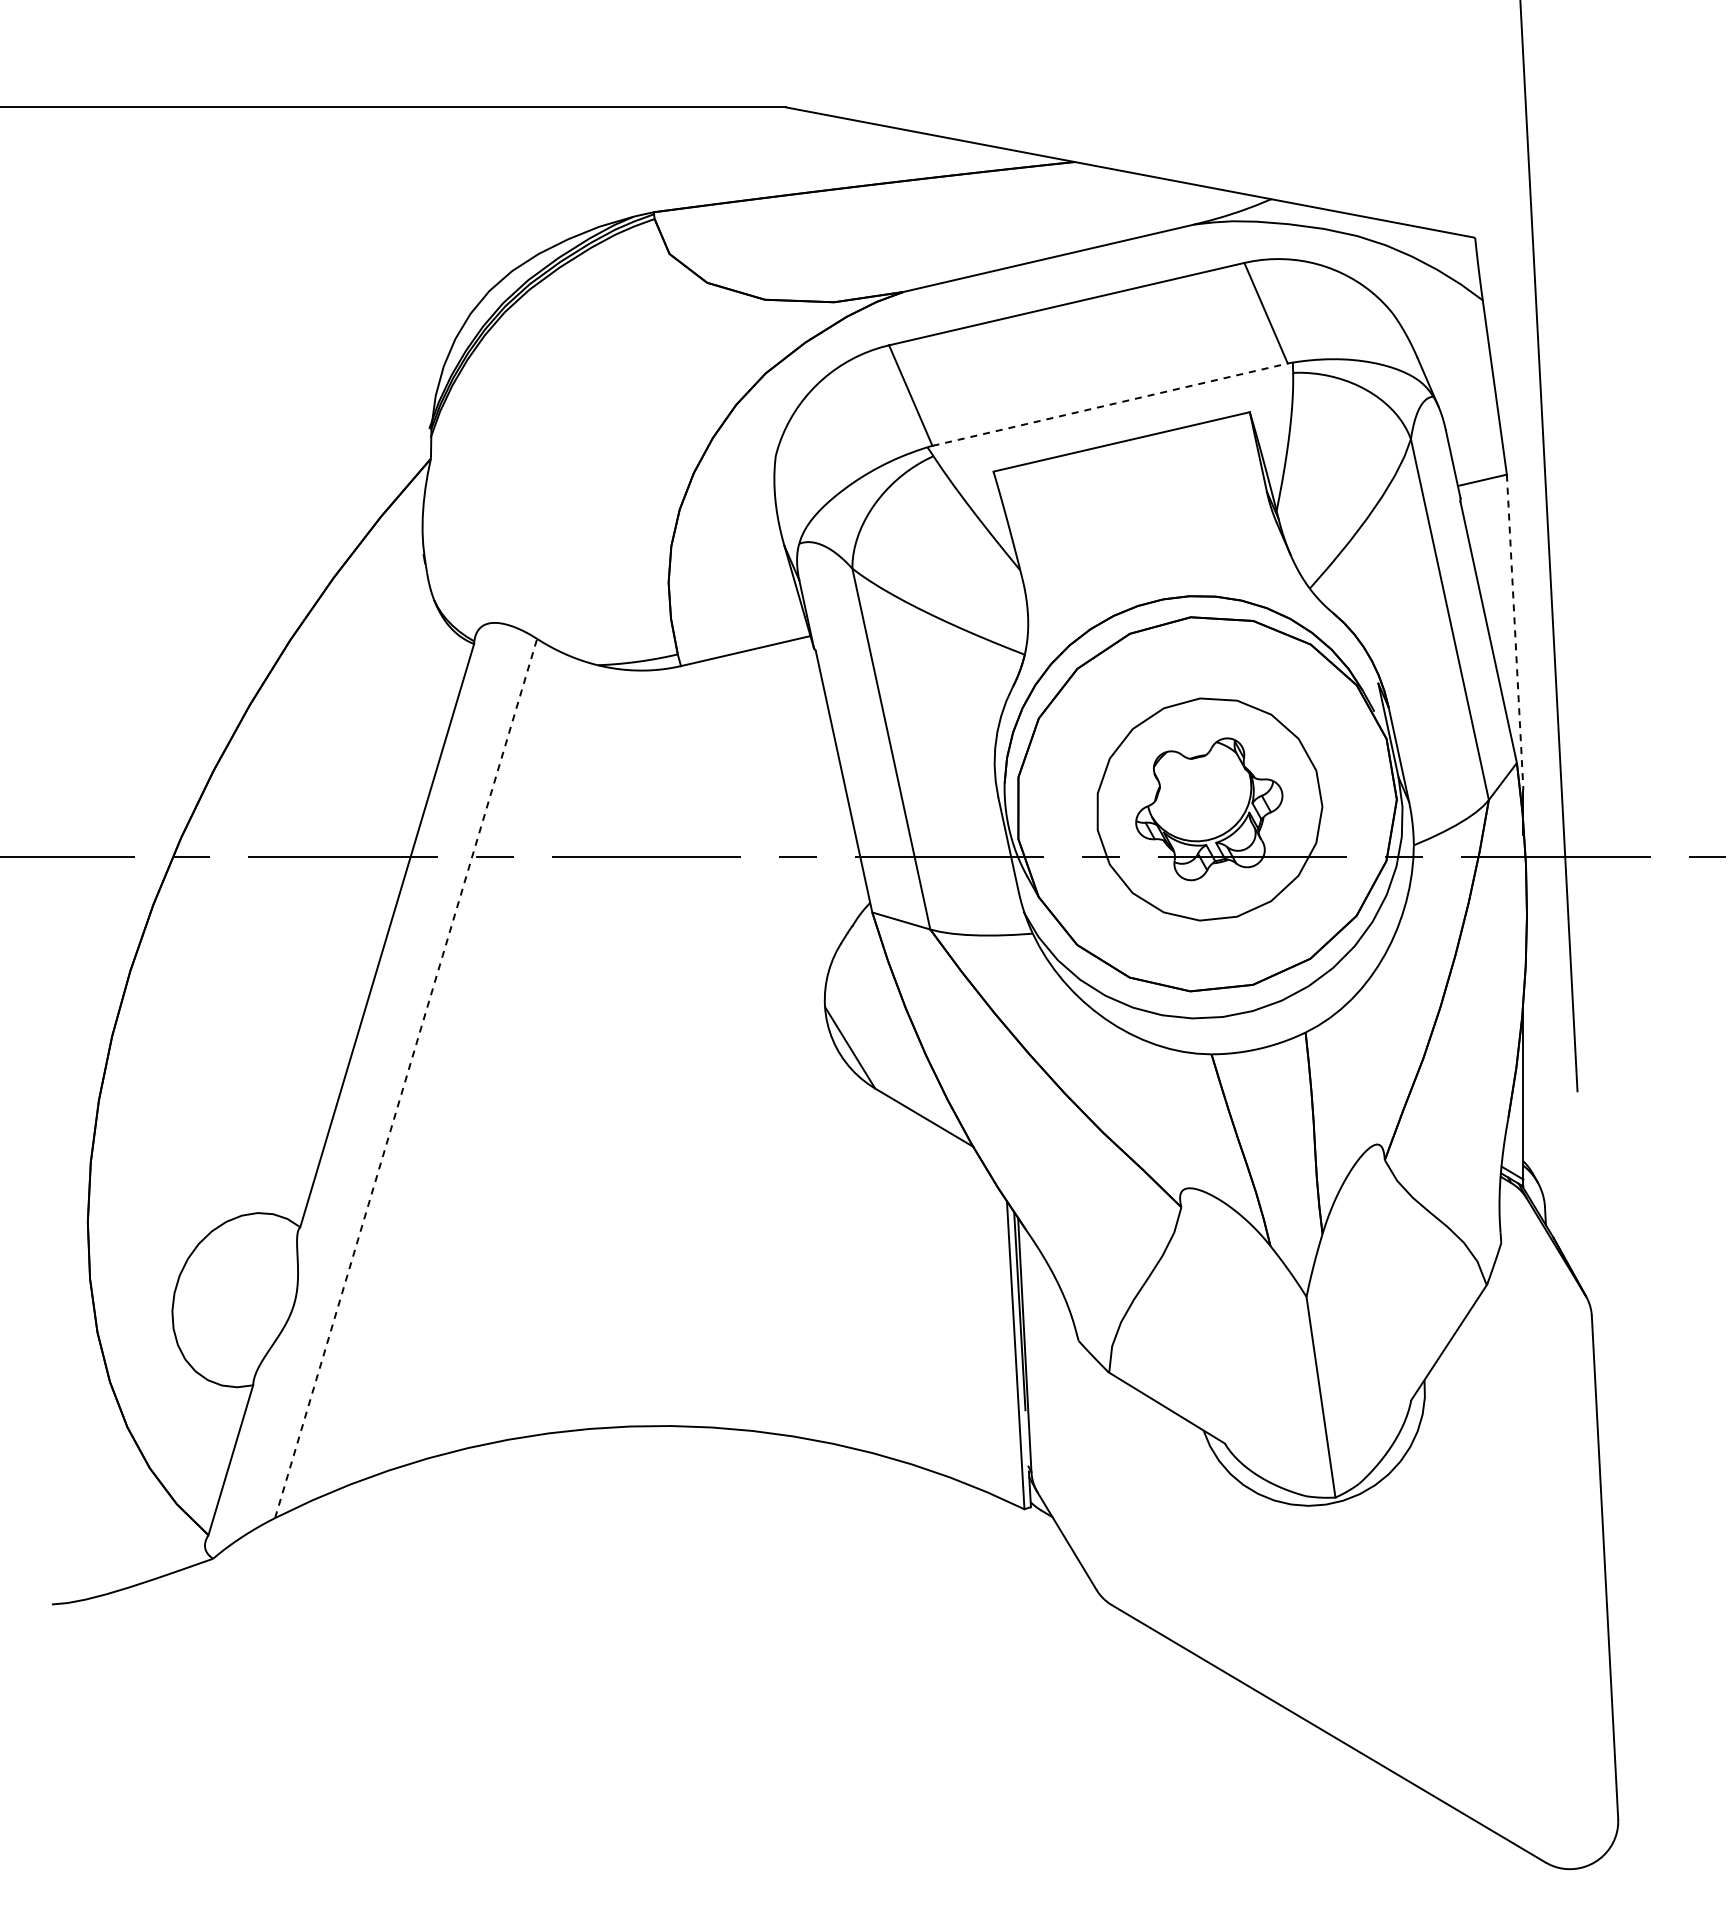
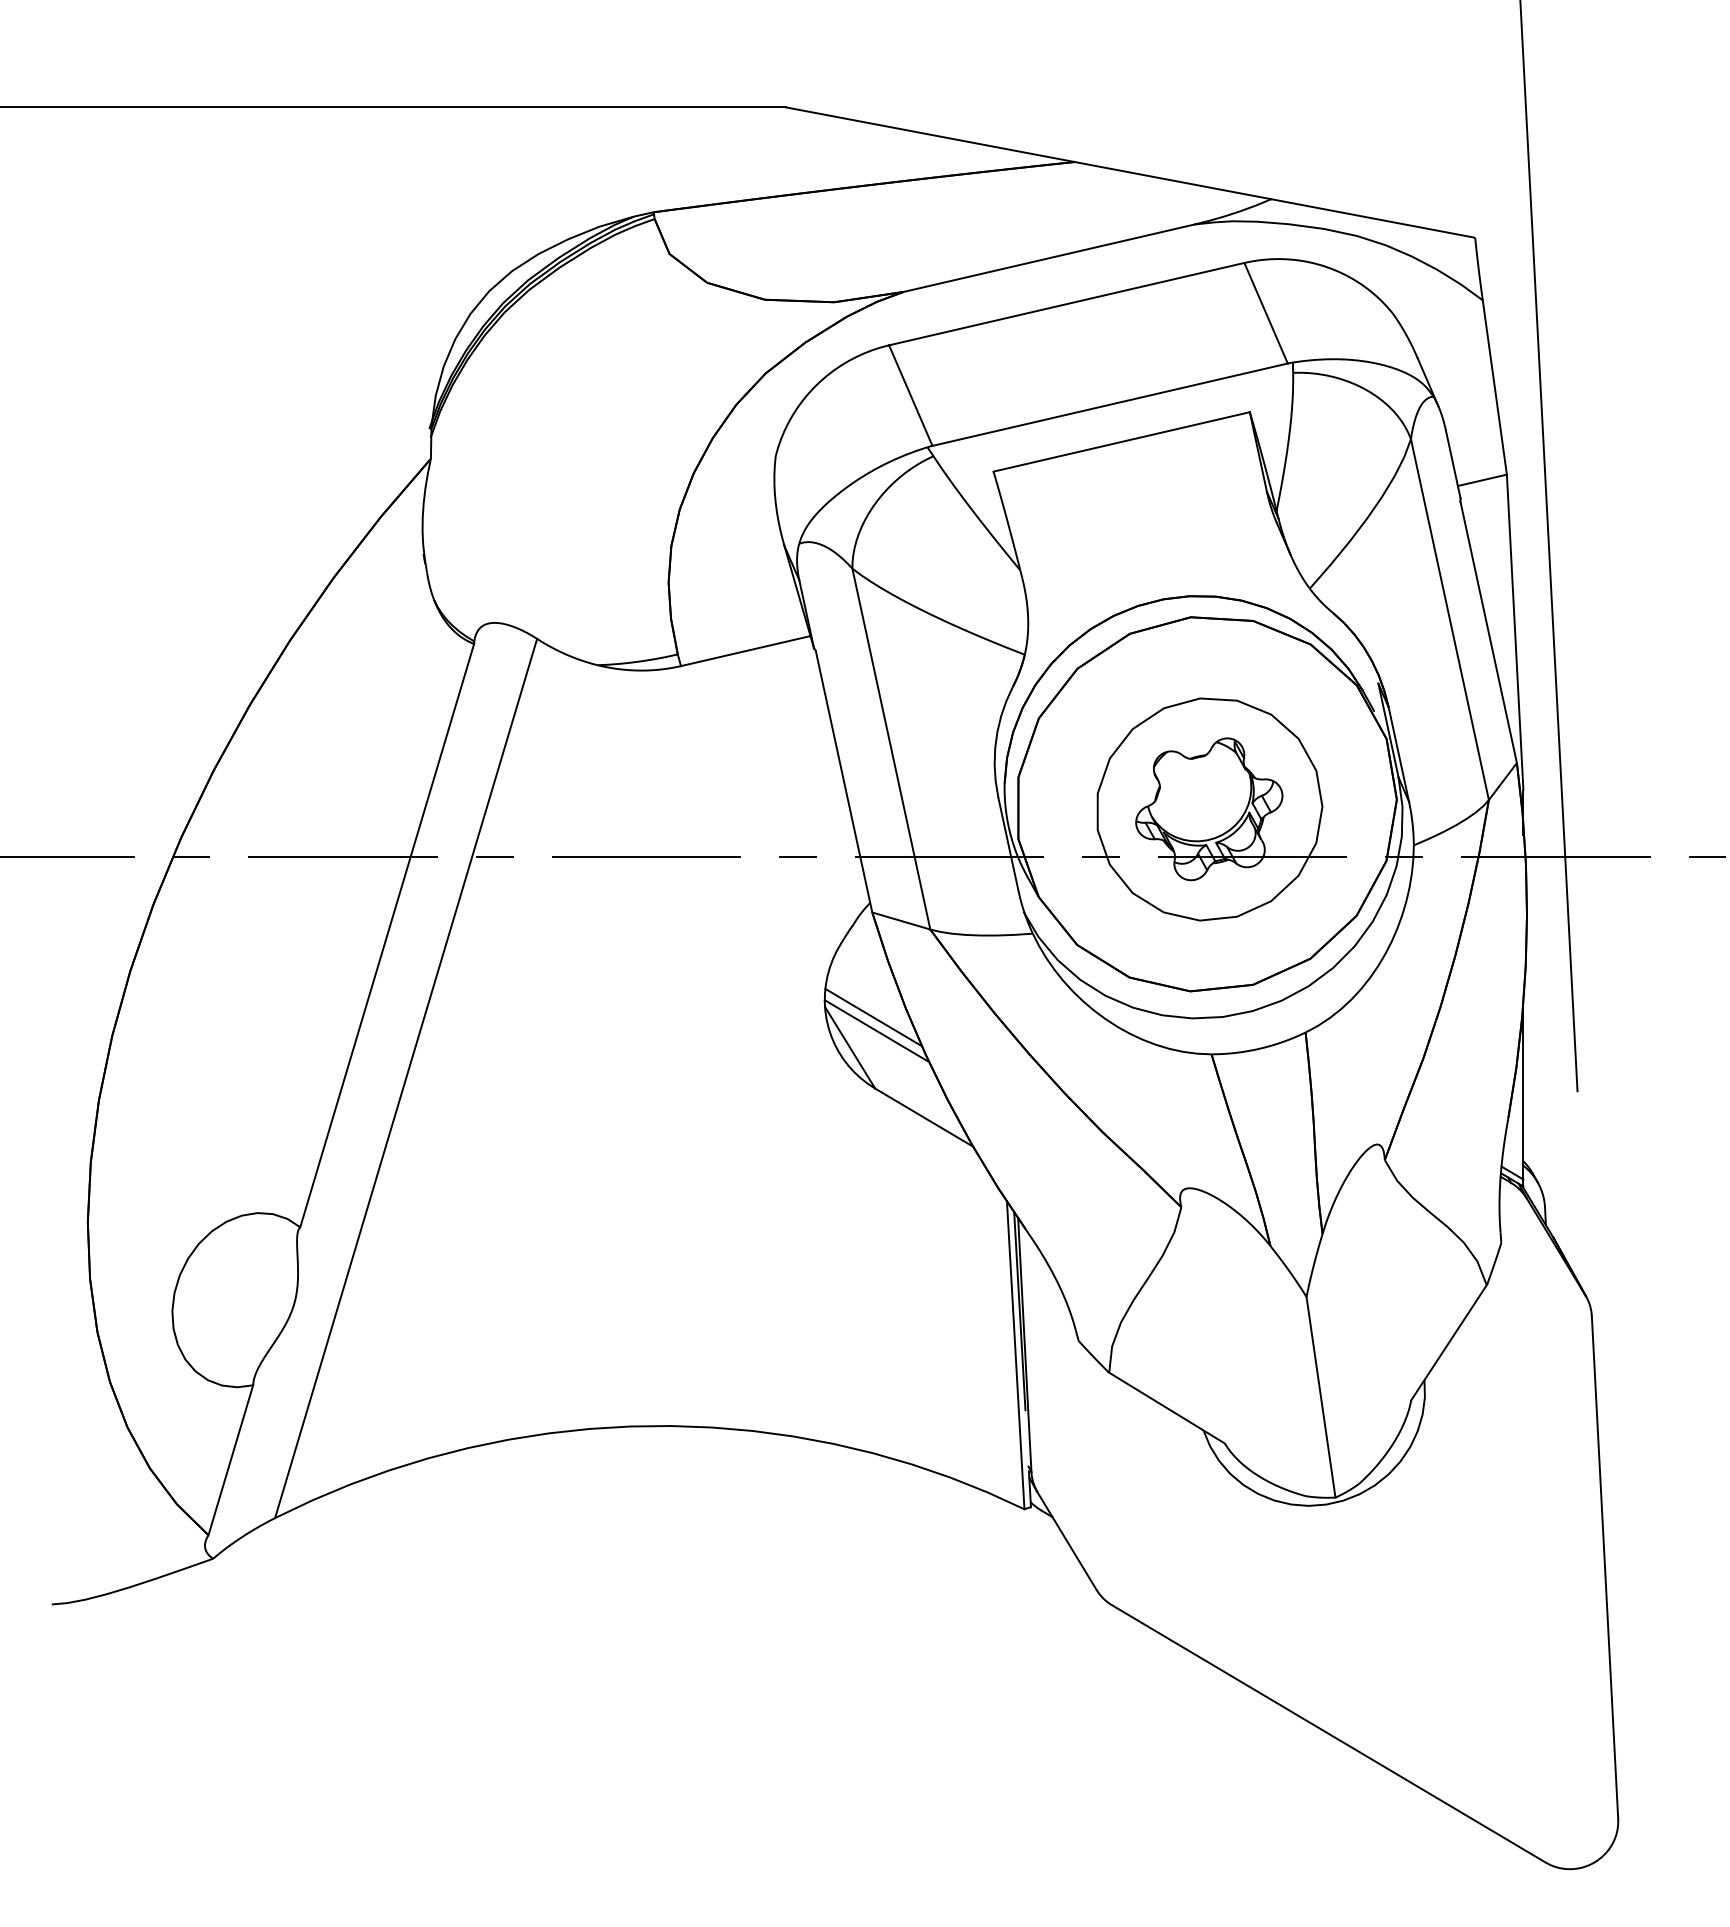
line at (1110, 404): dashed -> solid
line at (1515, 632): dashed -> solid
line at (873, 1017): none -> present
line at (876, 1030): none -> present
line at (406, 1078): dashed -> solid
